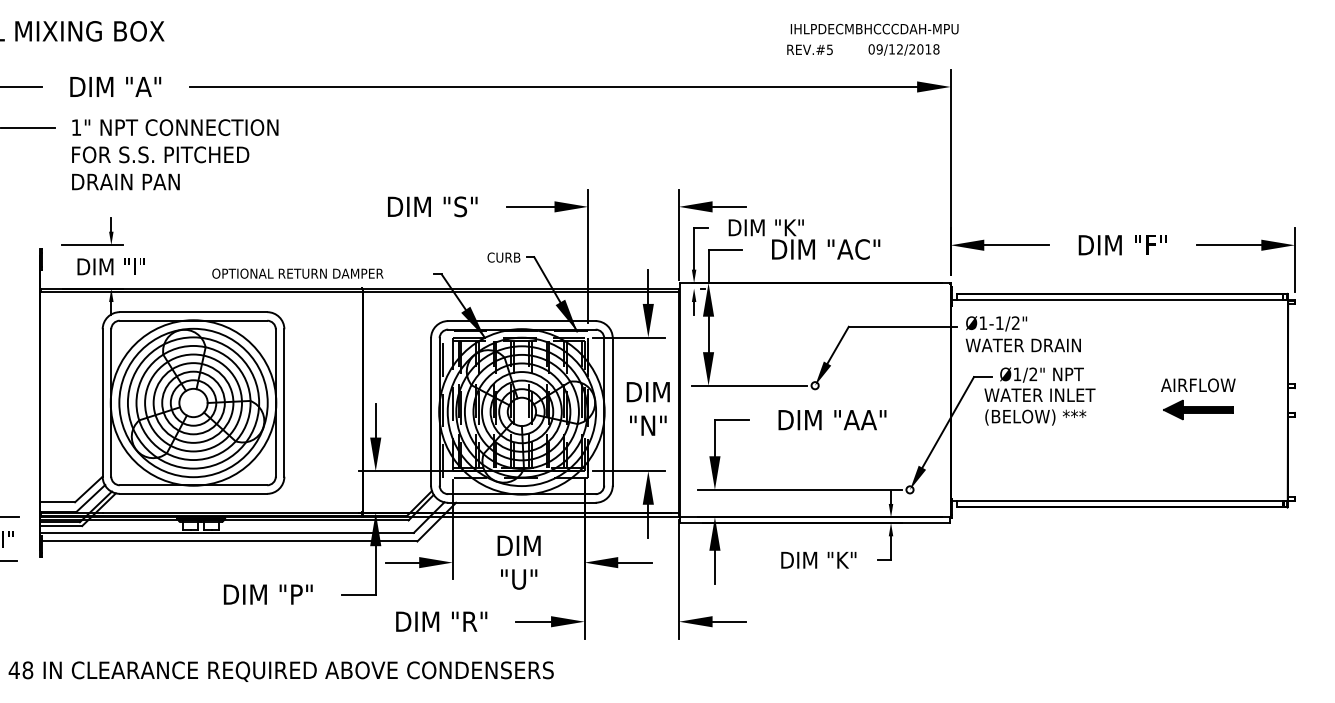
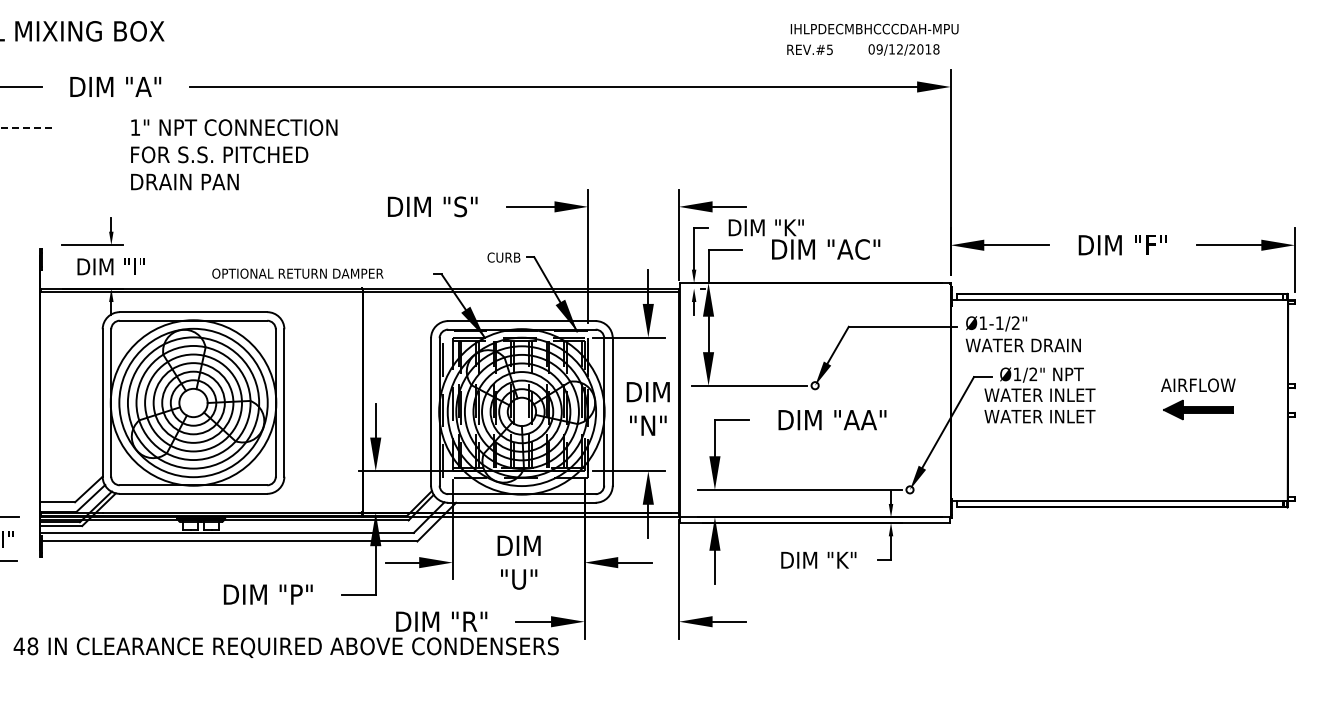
line at (28, 127): solid -> dashed
text at (175, 154) position: (175, 154) -> (234, 154)
text at (1039, 417): (BELOW) *** -> WATER INLET
text at (280, 671) position: (280, 671) -> (285, 647)
